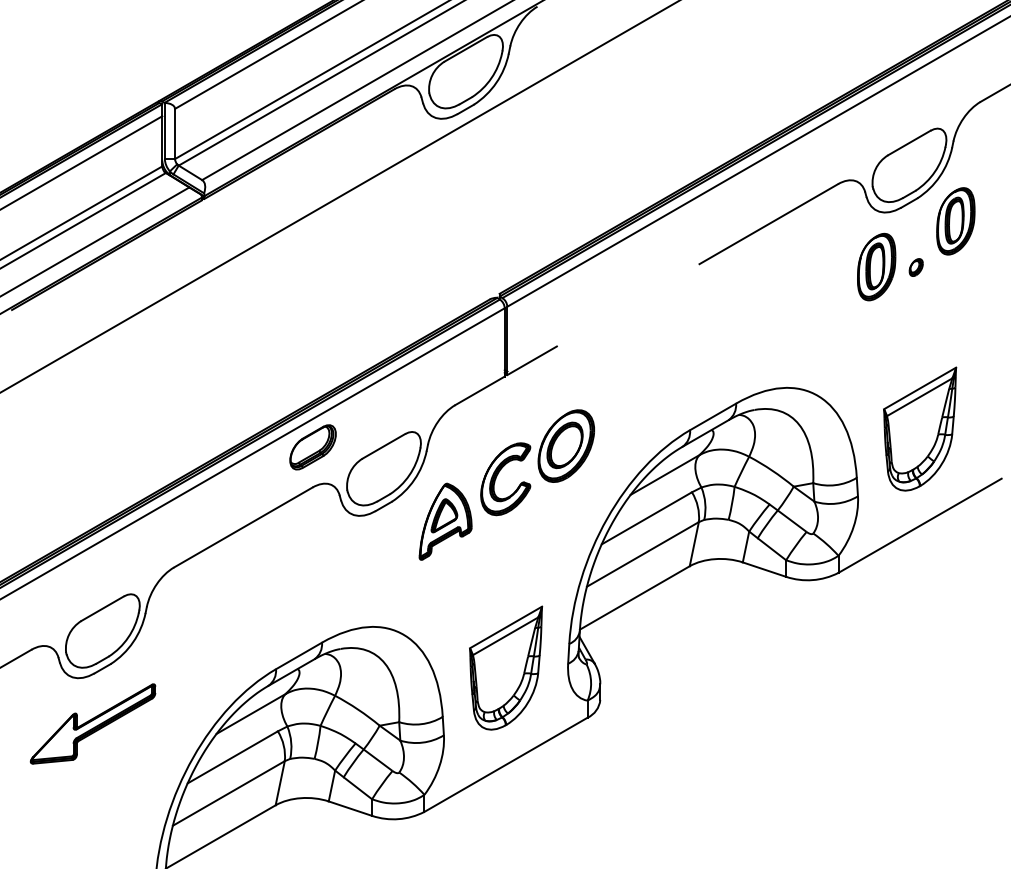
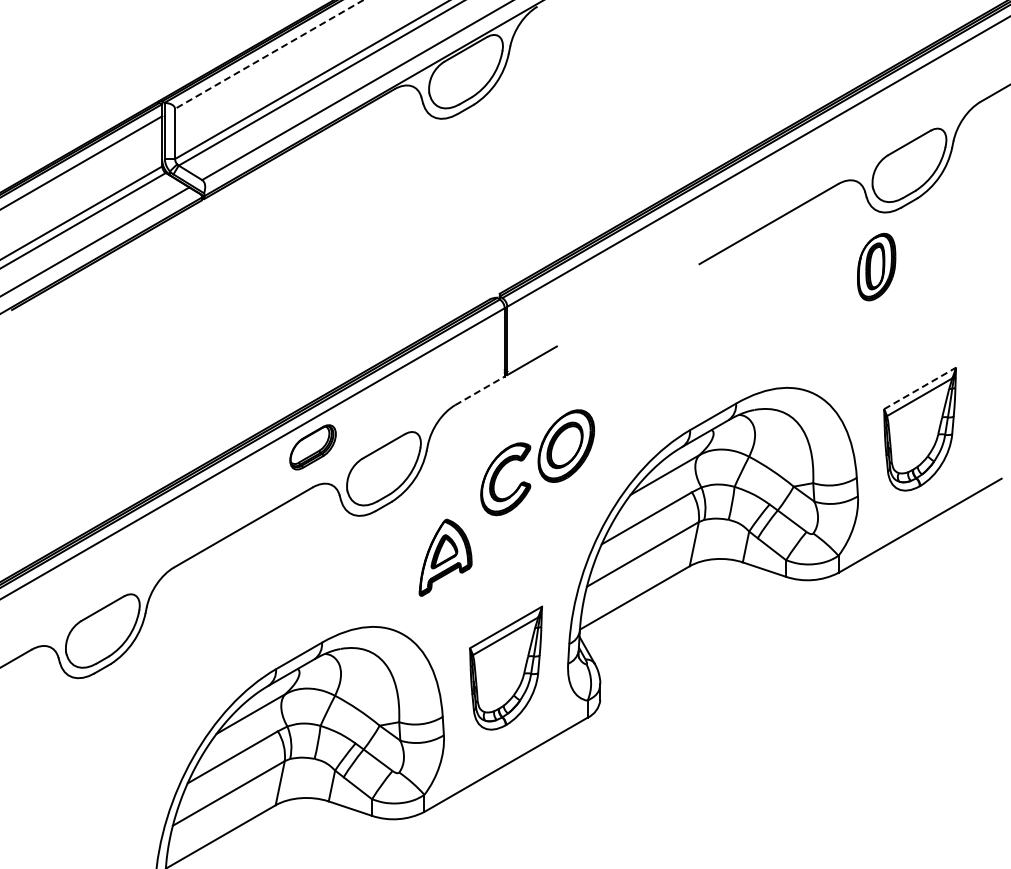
line at (268, 54): solid -> dashed
line at (339, 196): present -> none
part at (955, 221): present -> none
part at (915, 267): present -> none
line at (920, 388): solid -> dashed
line at (479, 390): solid -> dashed
part at (445, 521) position: (445, 521) -> (445, 557)
part at (92, 723): present -> none
